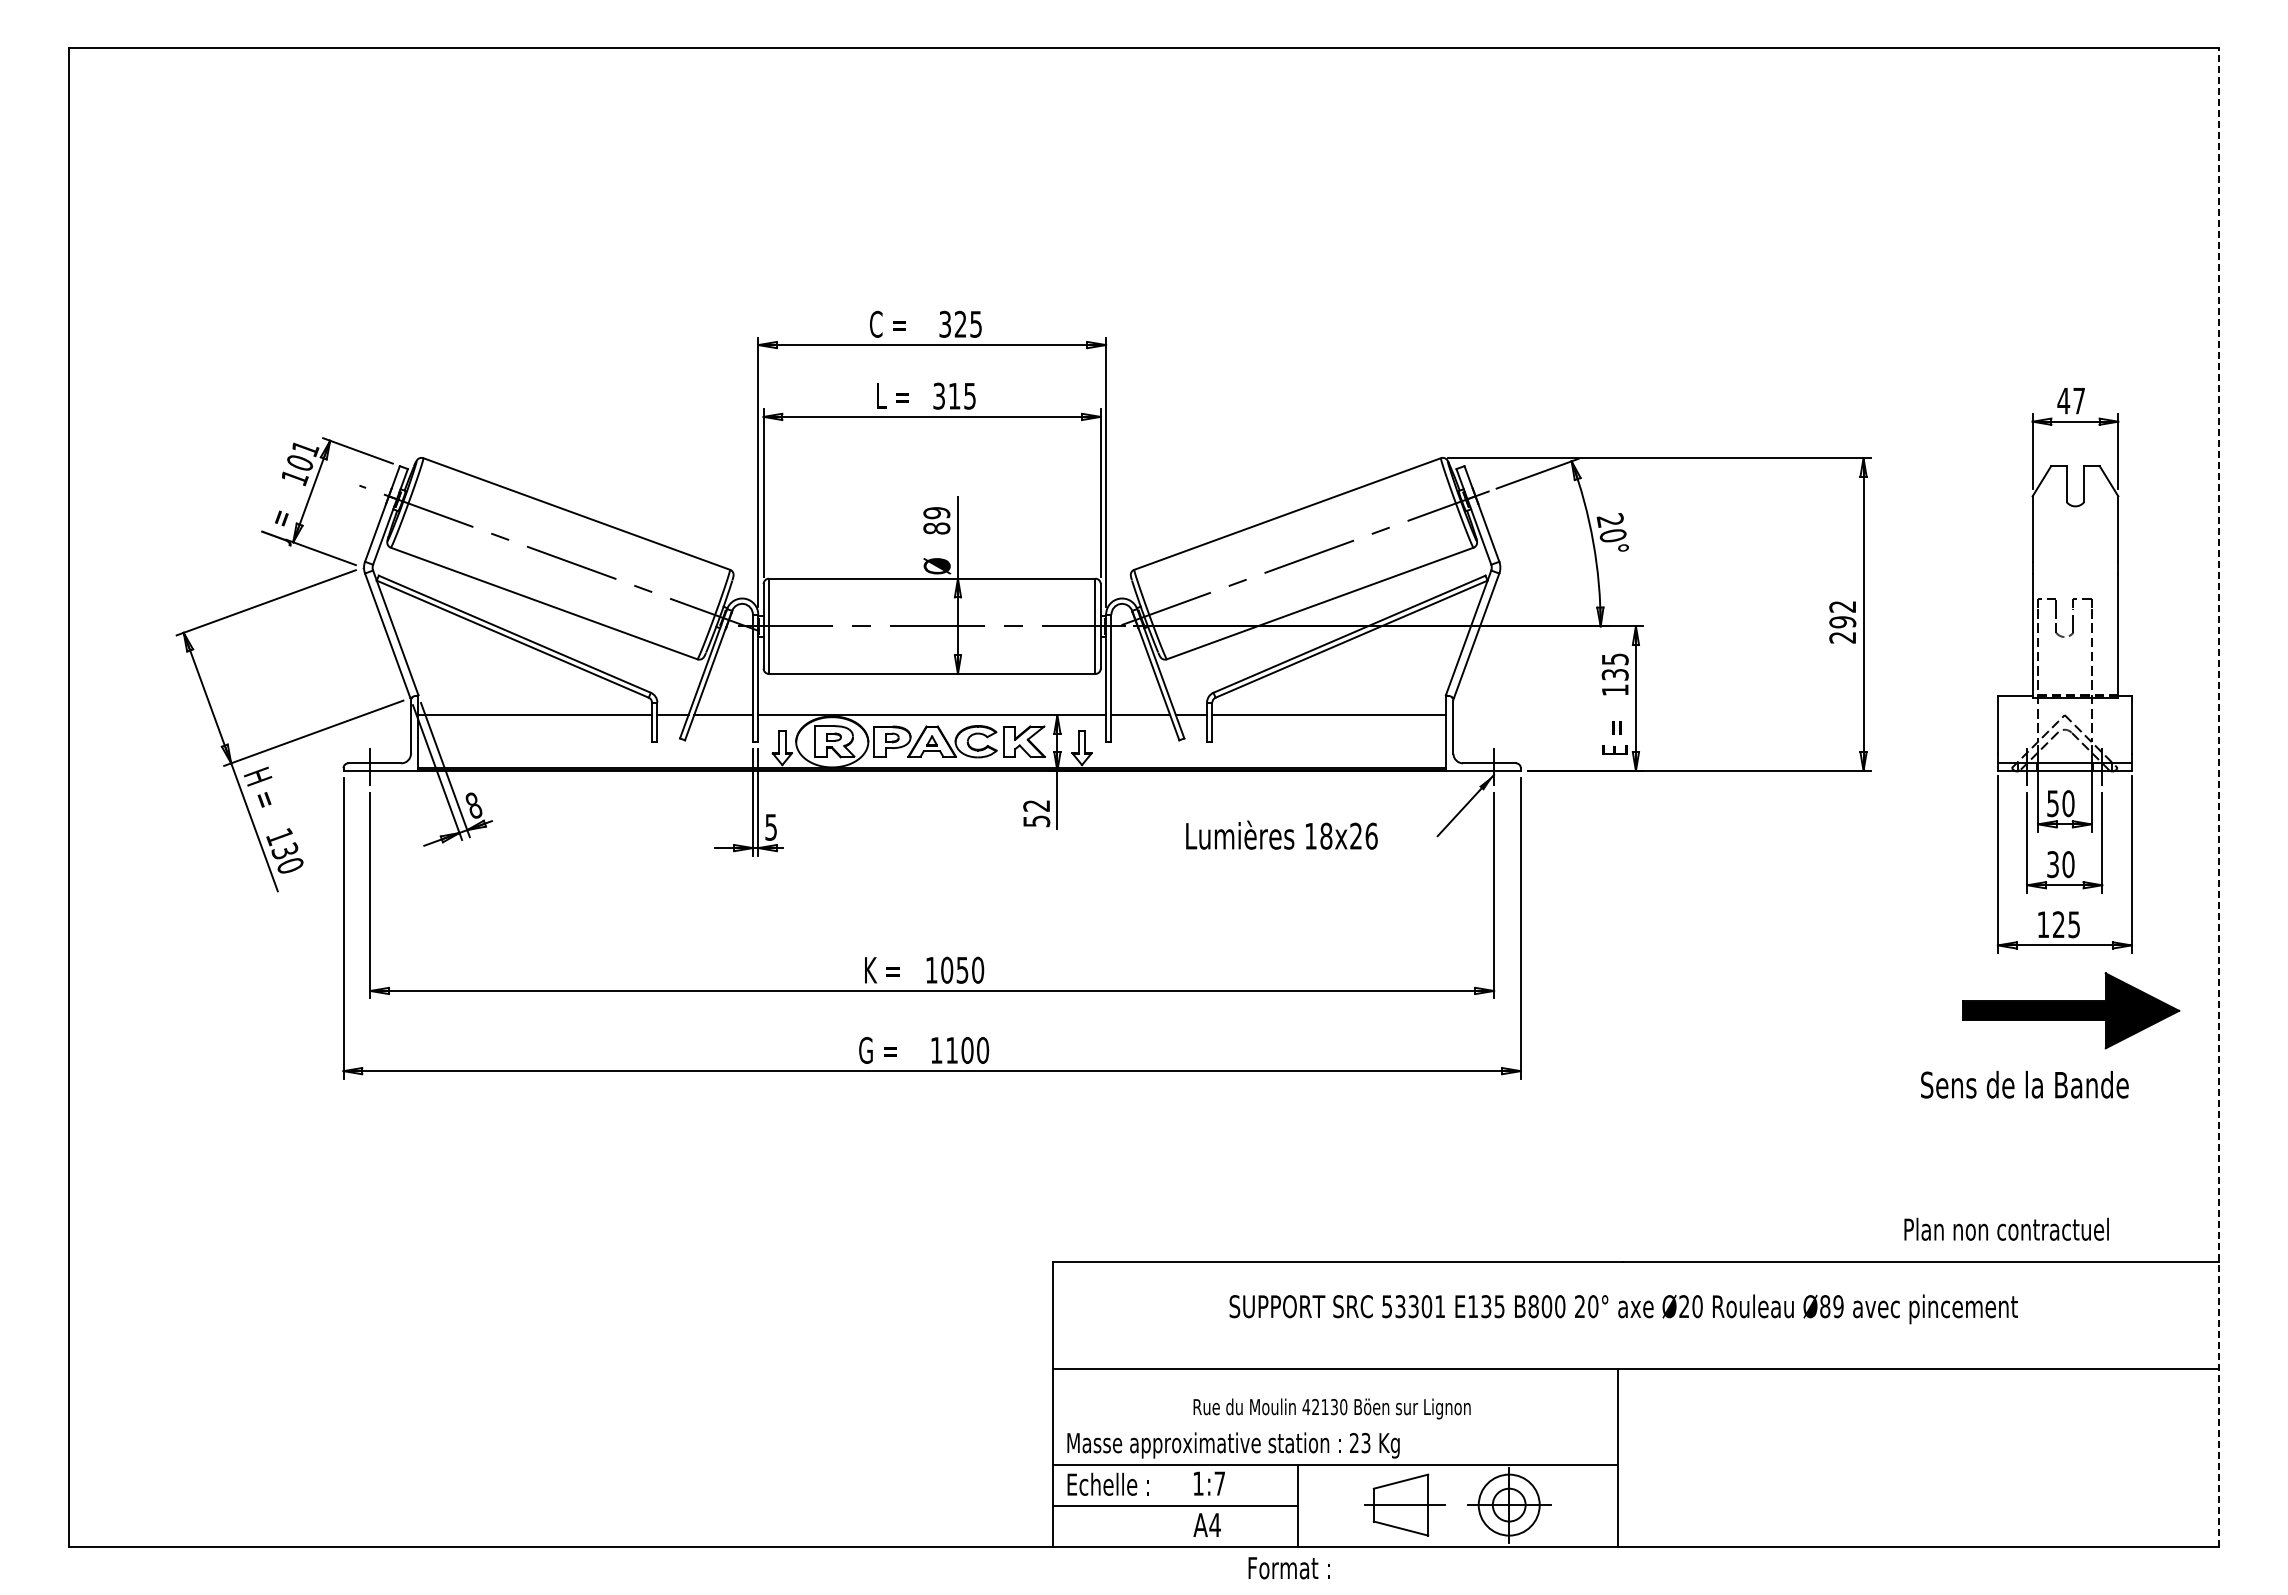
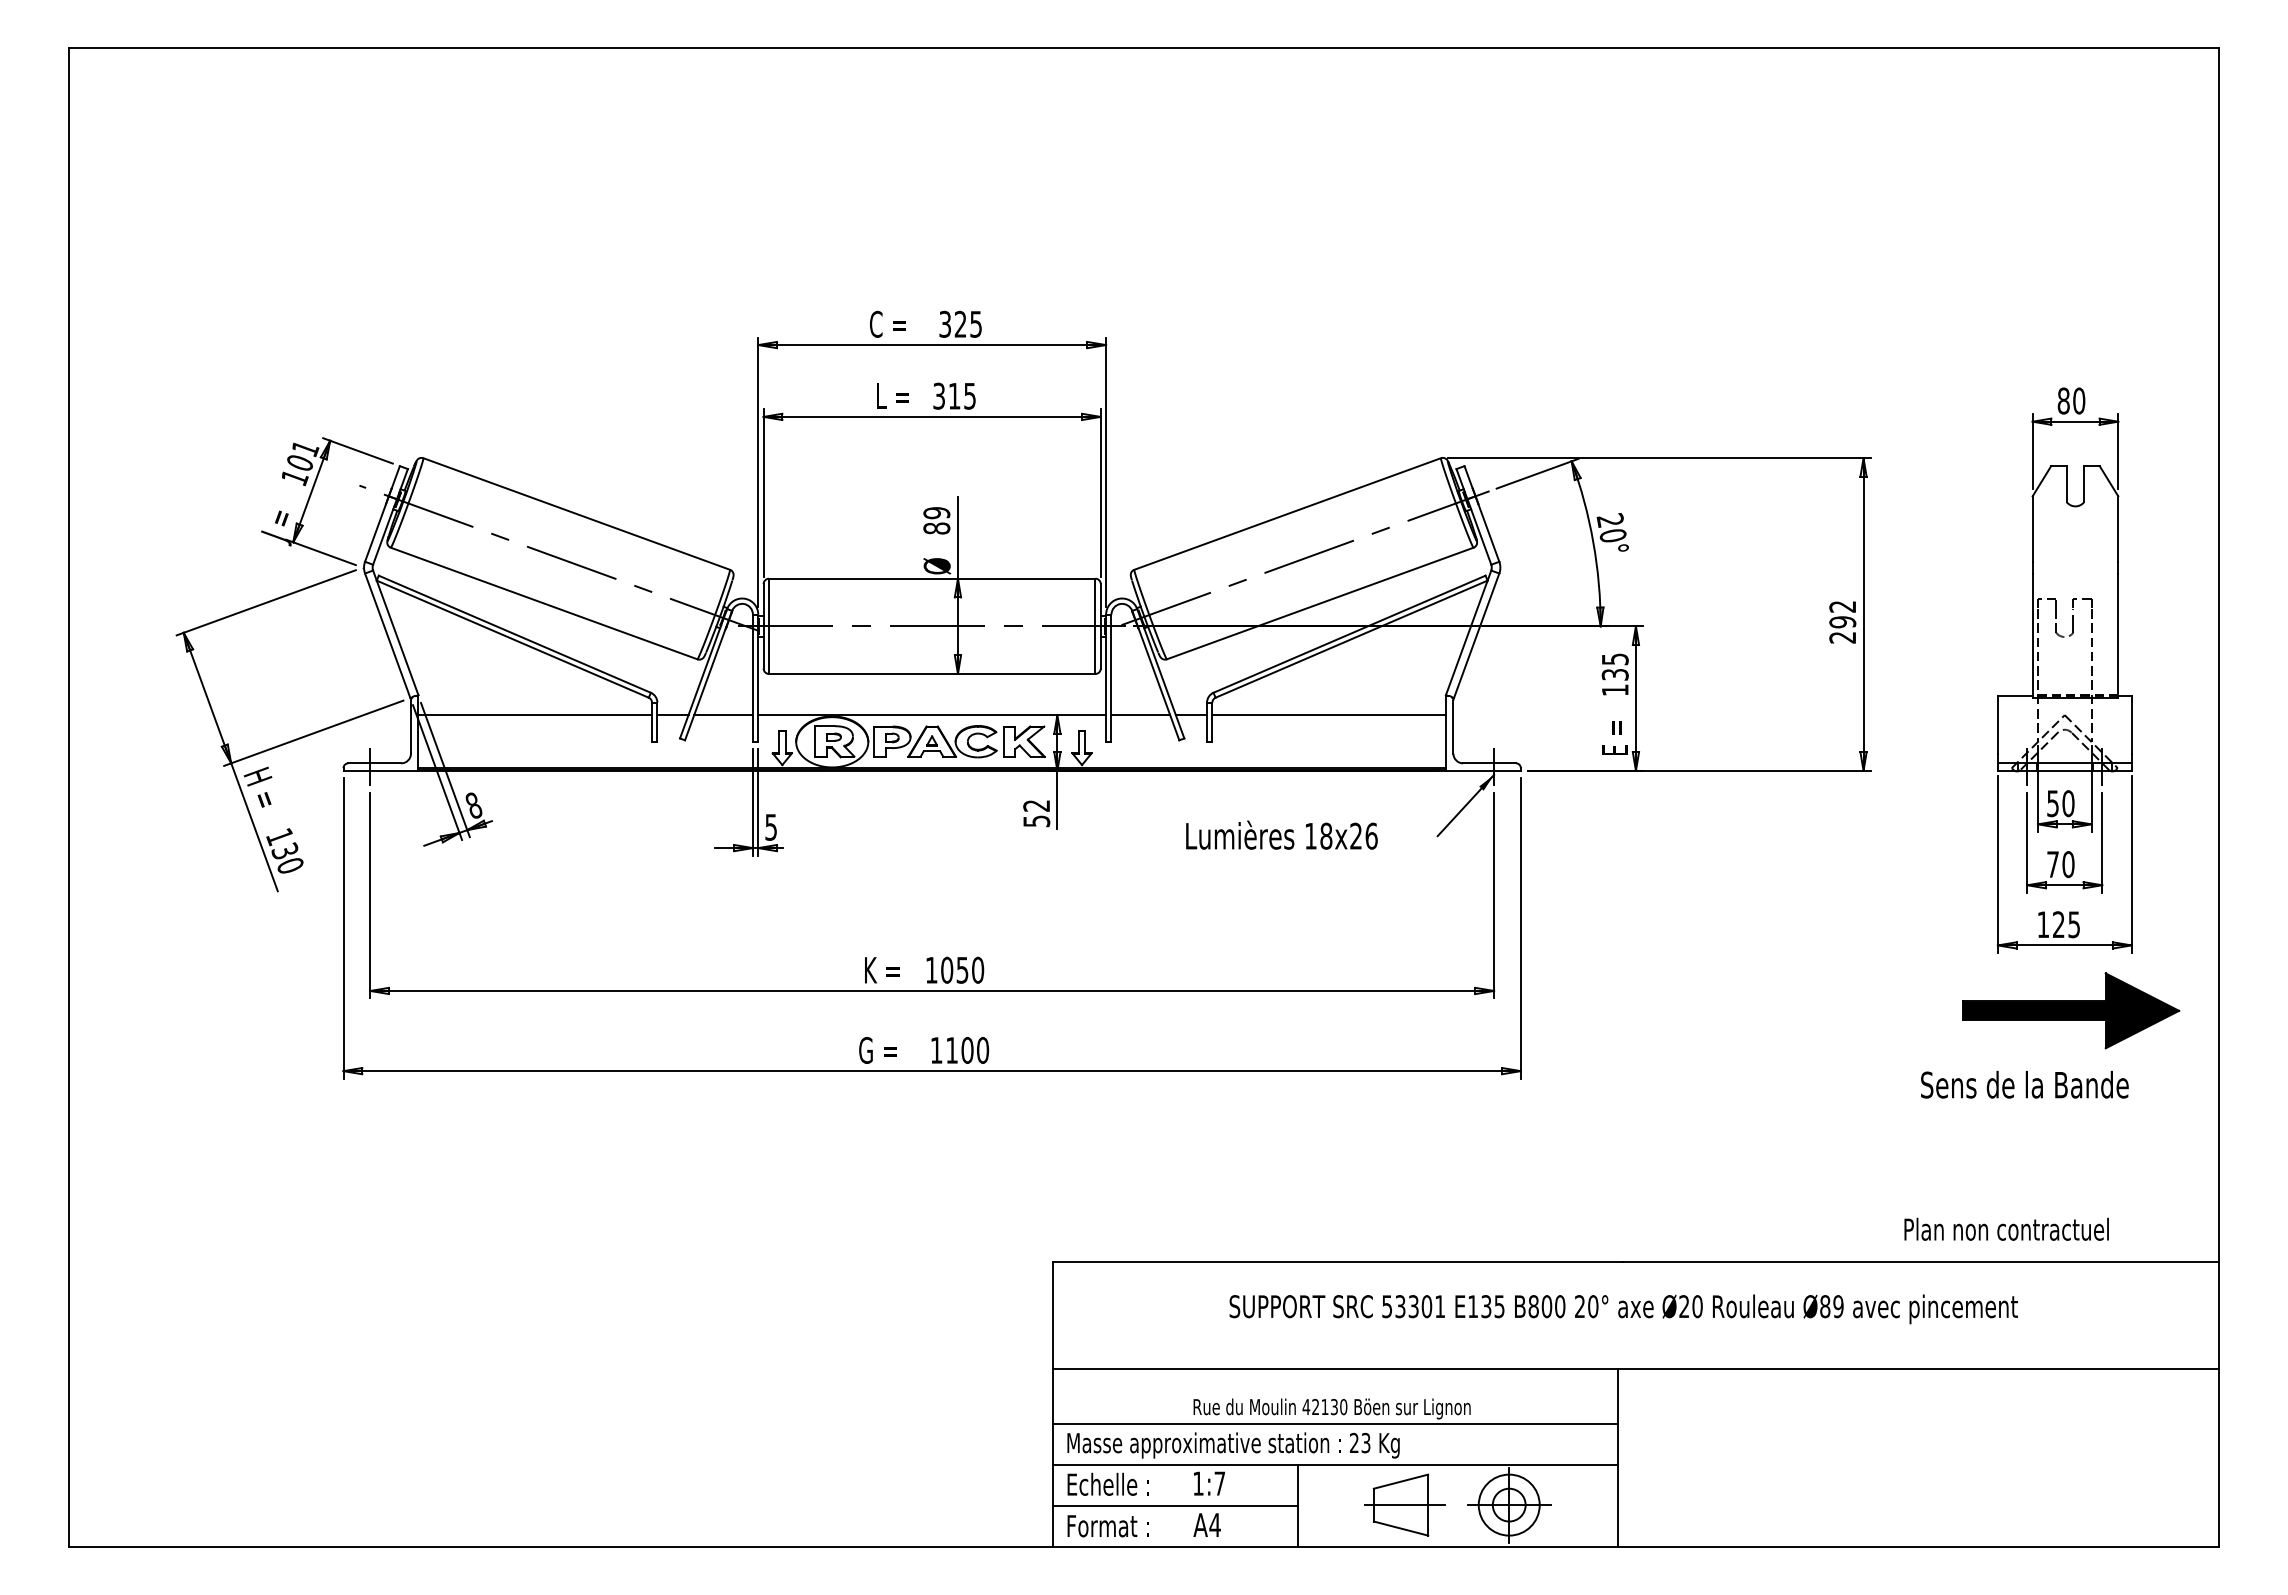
text at (2071, 400): 47 -> 80
line at (2219, 797): dashed -> solid
text at (2052, 864): 30 -> 70
line at (1335, 1423): none -> present
text at (1288, 1568) position: (1288, 1568) -> (1107, 1526)
